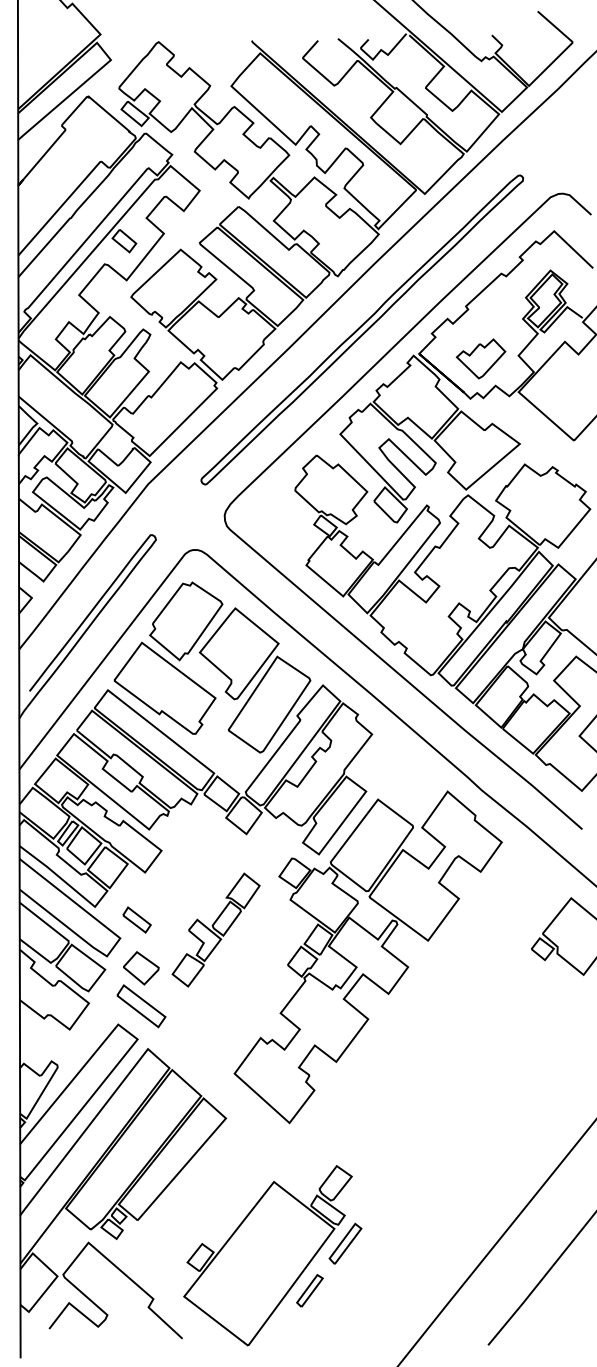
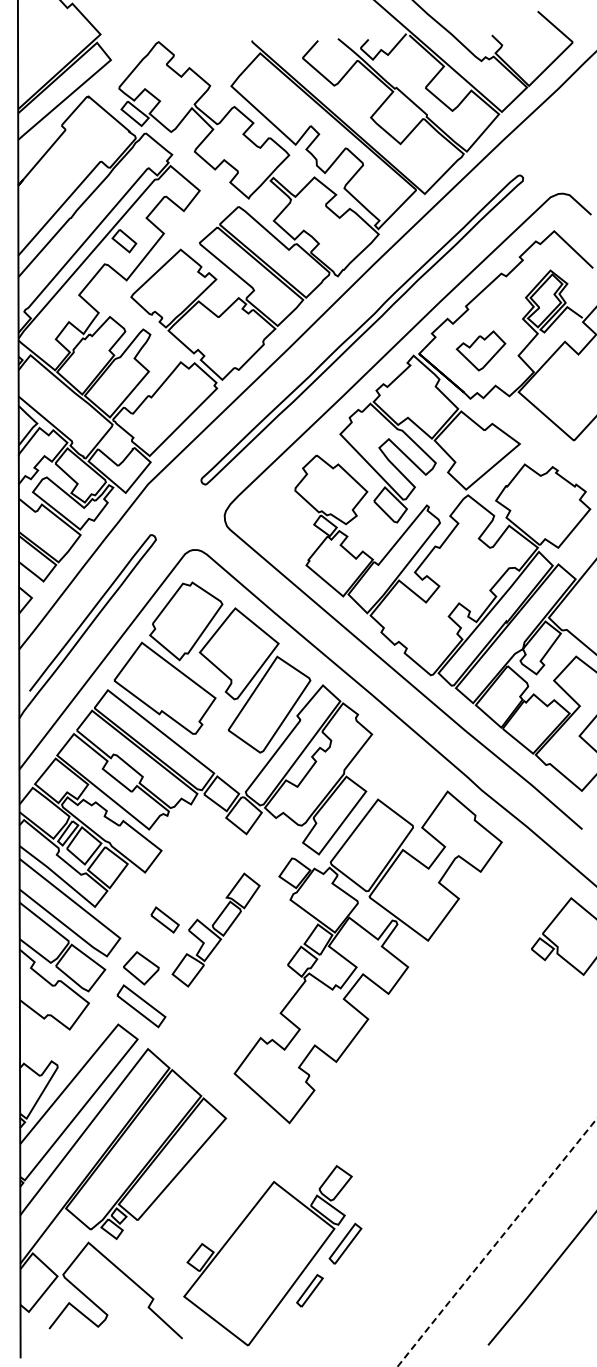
part at (480, 358) position: (480, 358) -> (480, 350)
part at (136, 919) position: (136, 919) -> (164, 919)
line at (496, 1243): solid -> dashed
